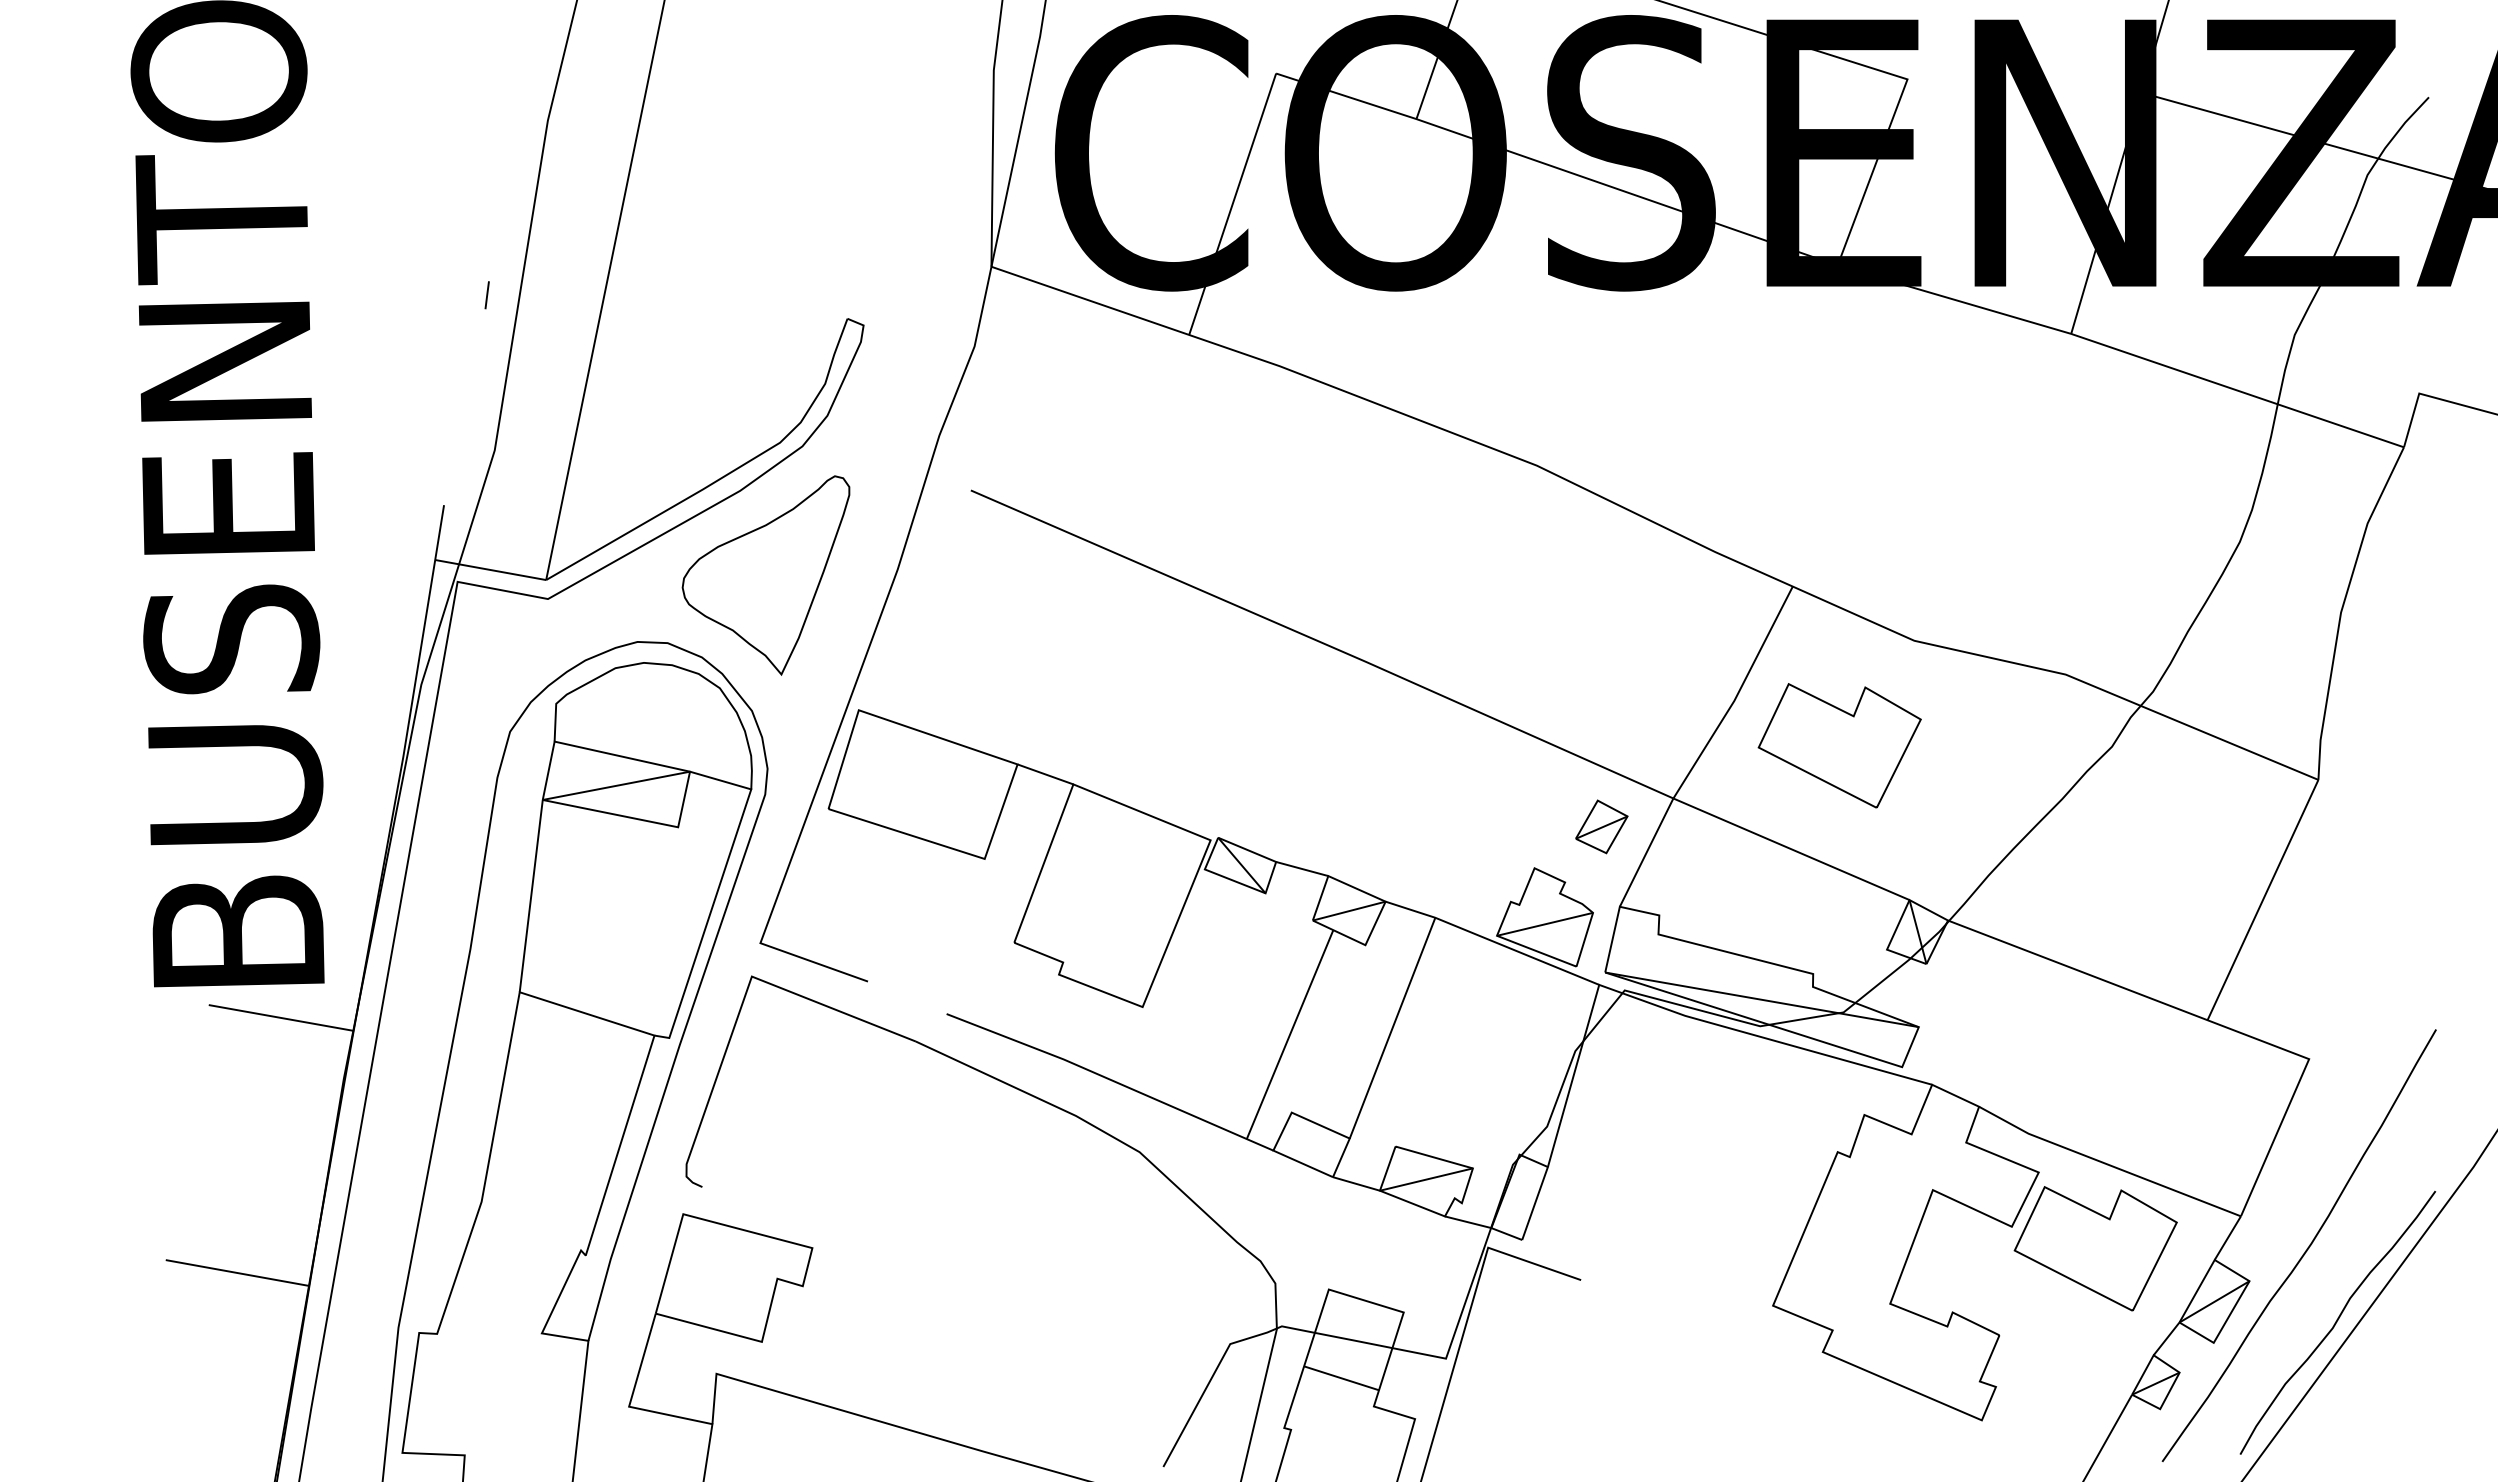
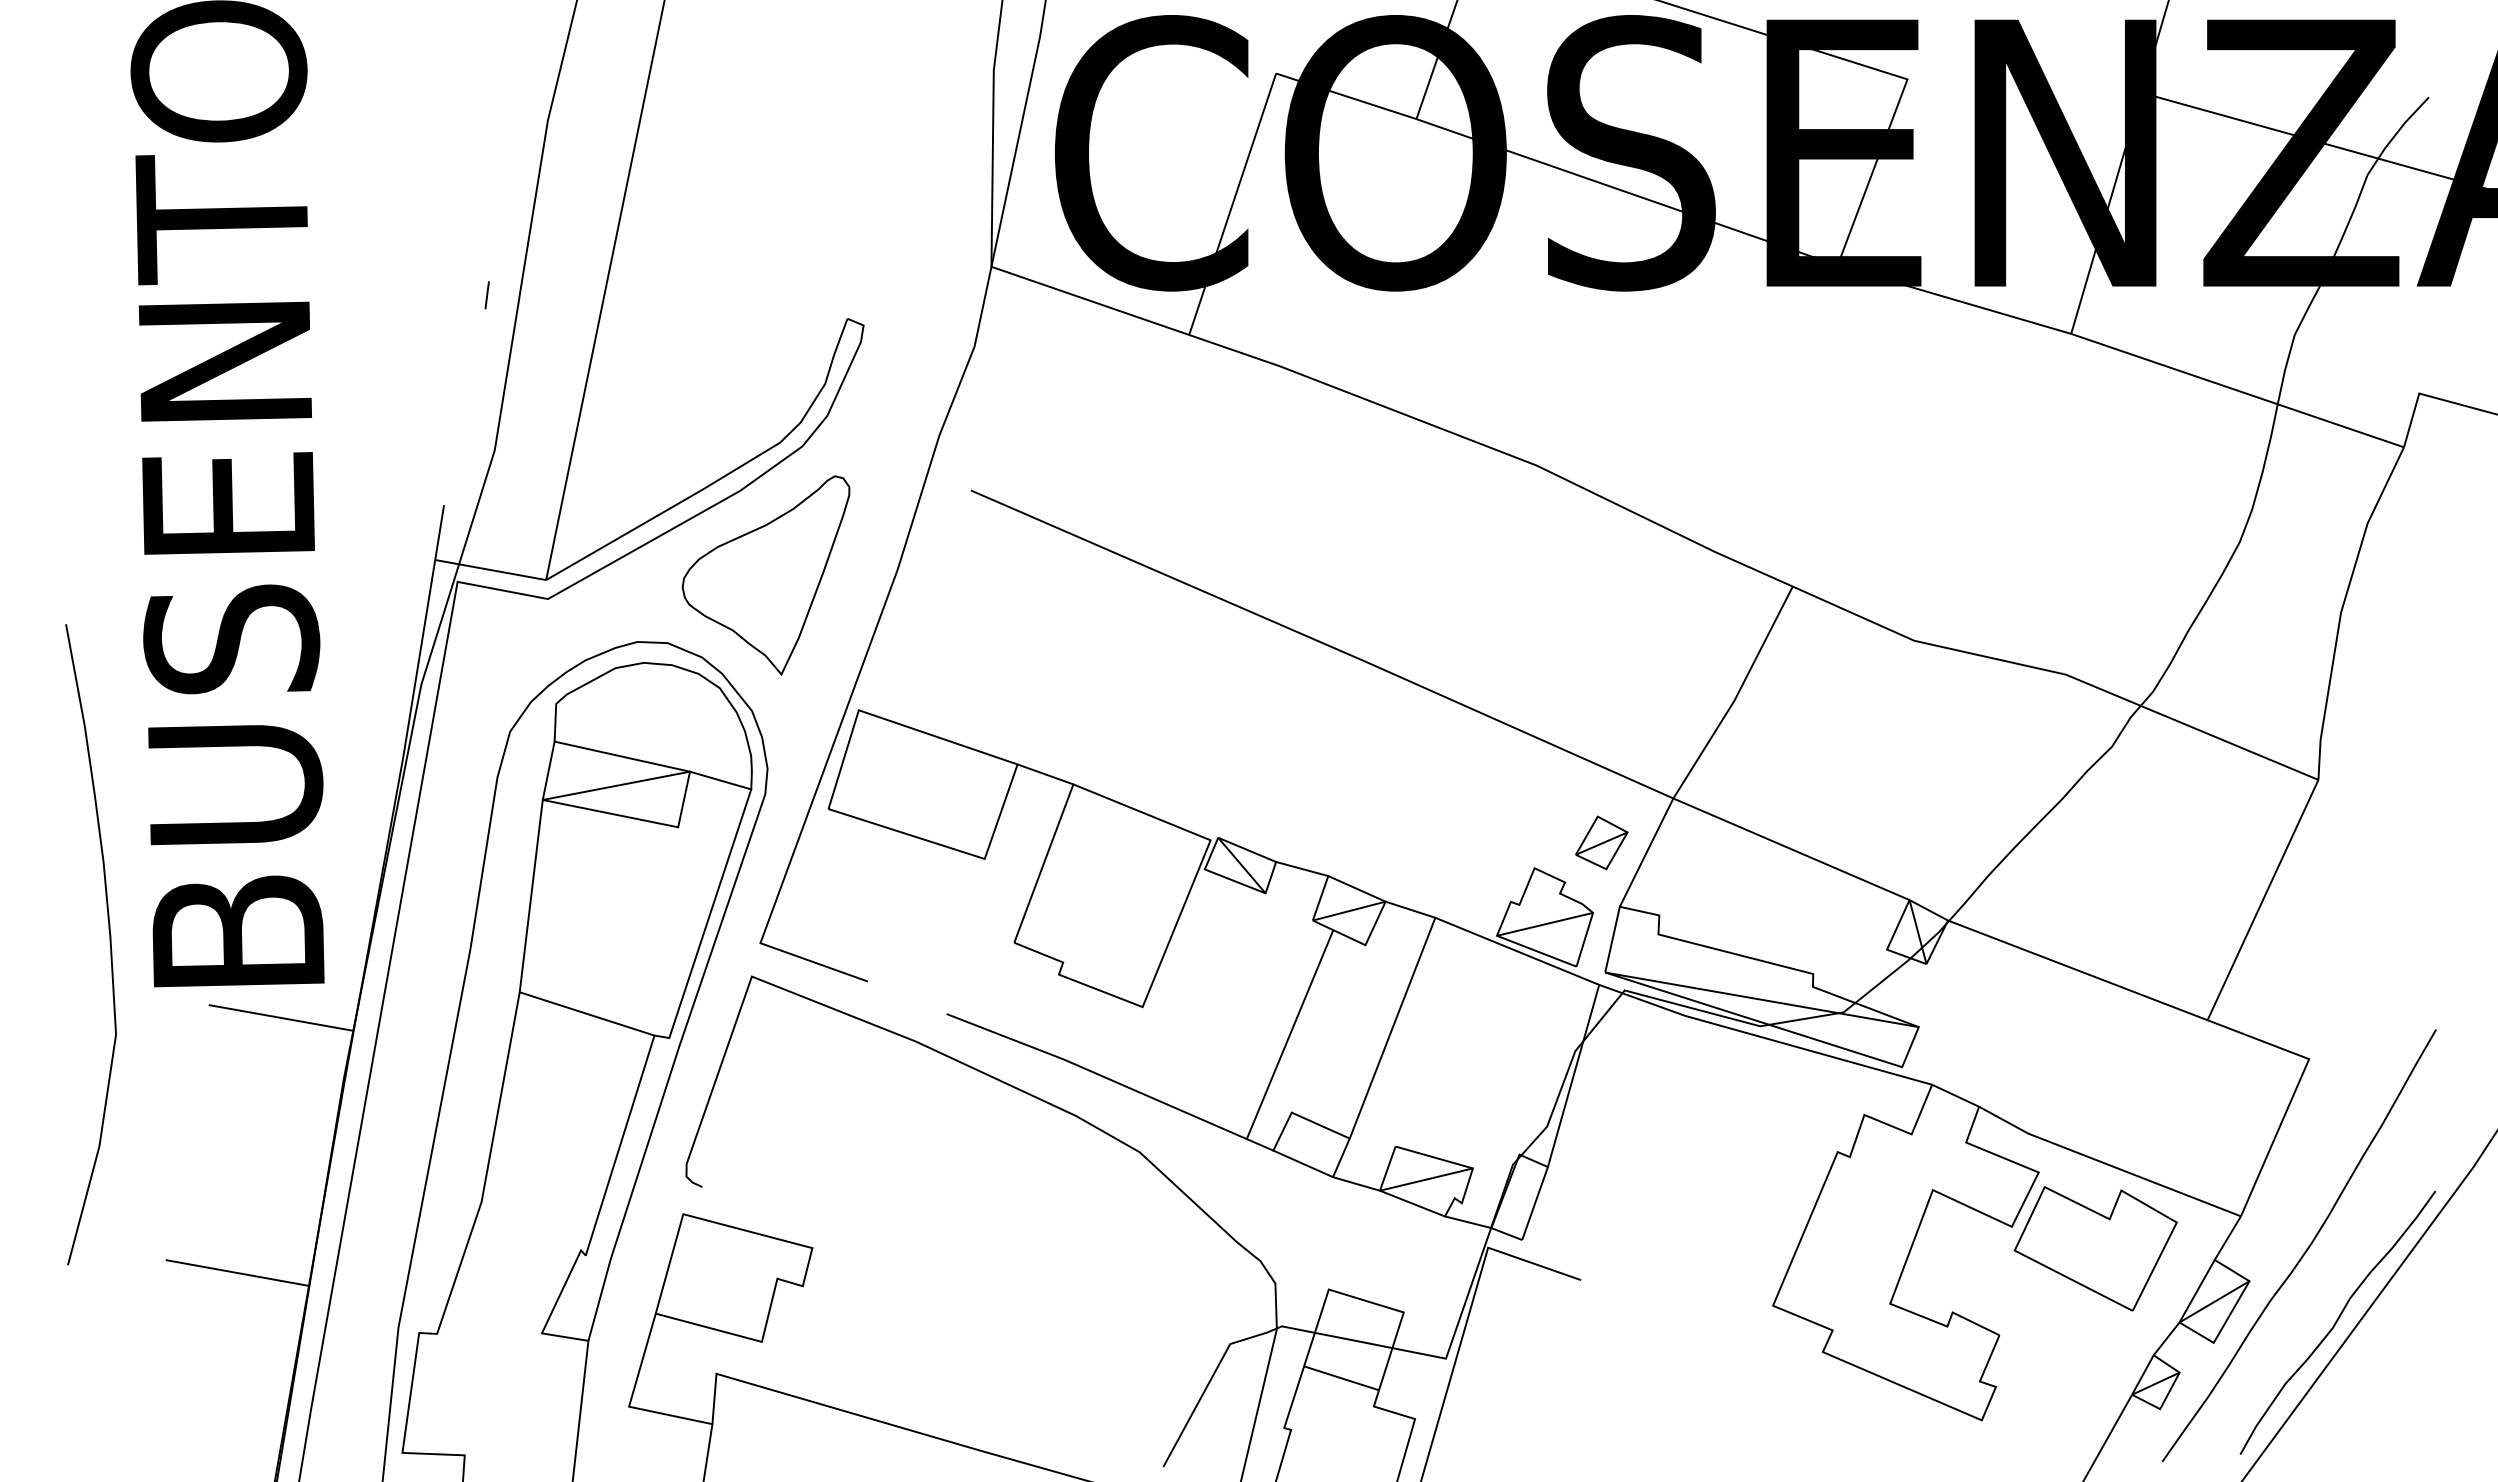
part at (1839, 745): present -> none
part at (1601, 826) position: (1601, 826) -> (1601, 842)
curve at (109, 943): none -> present
